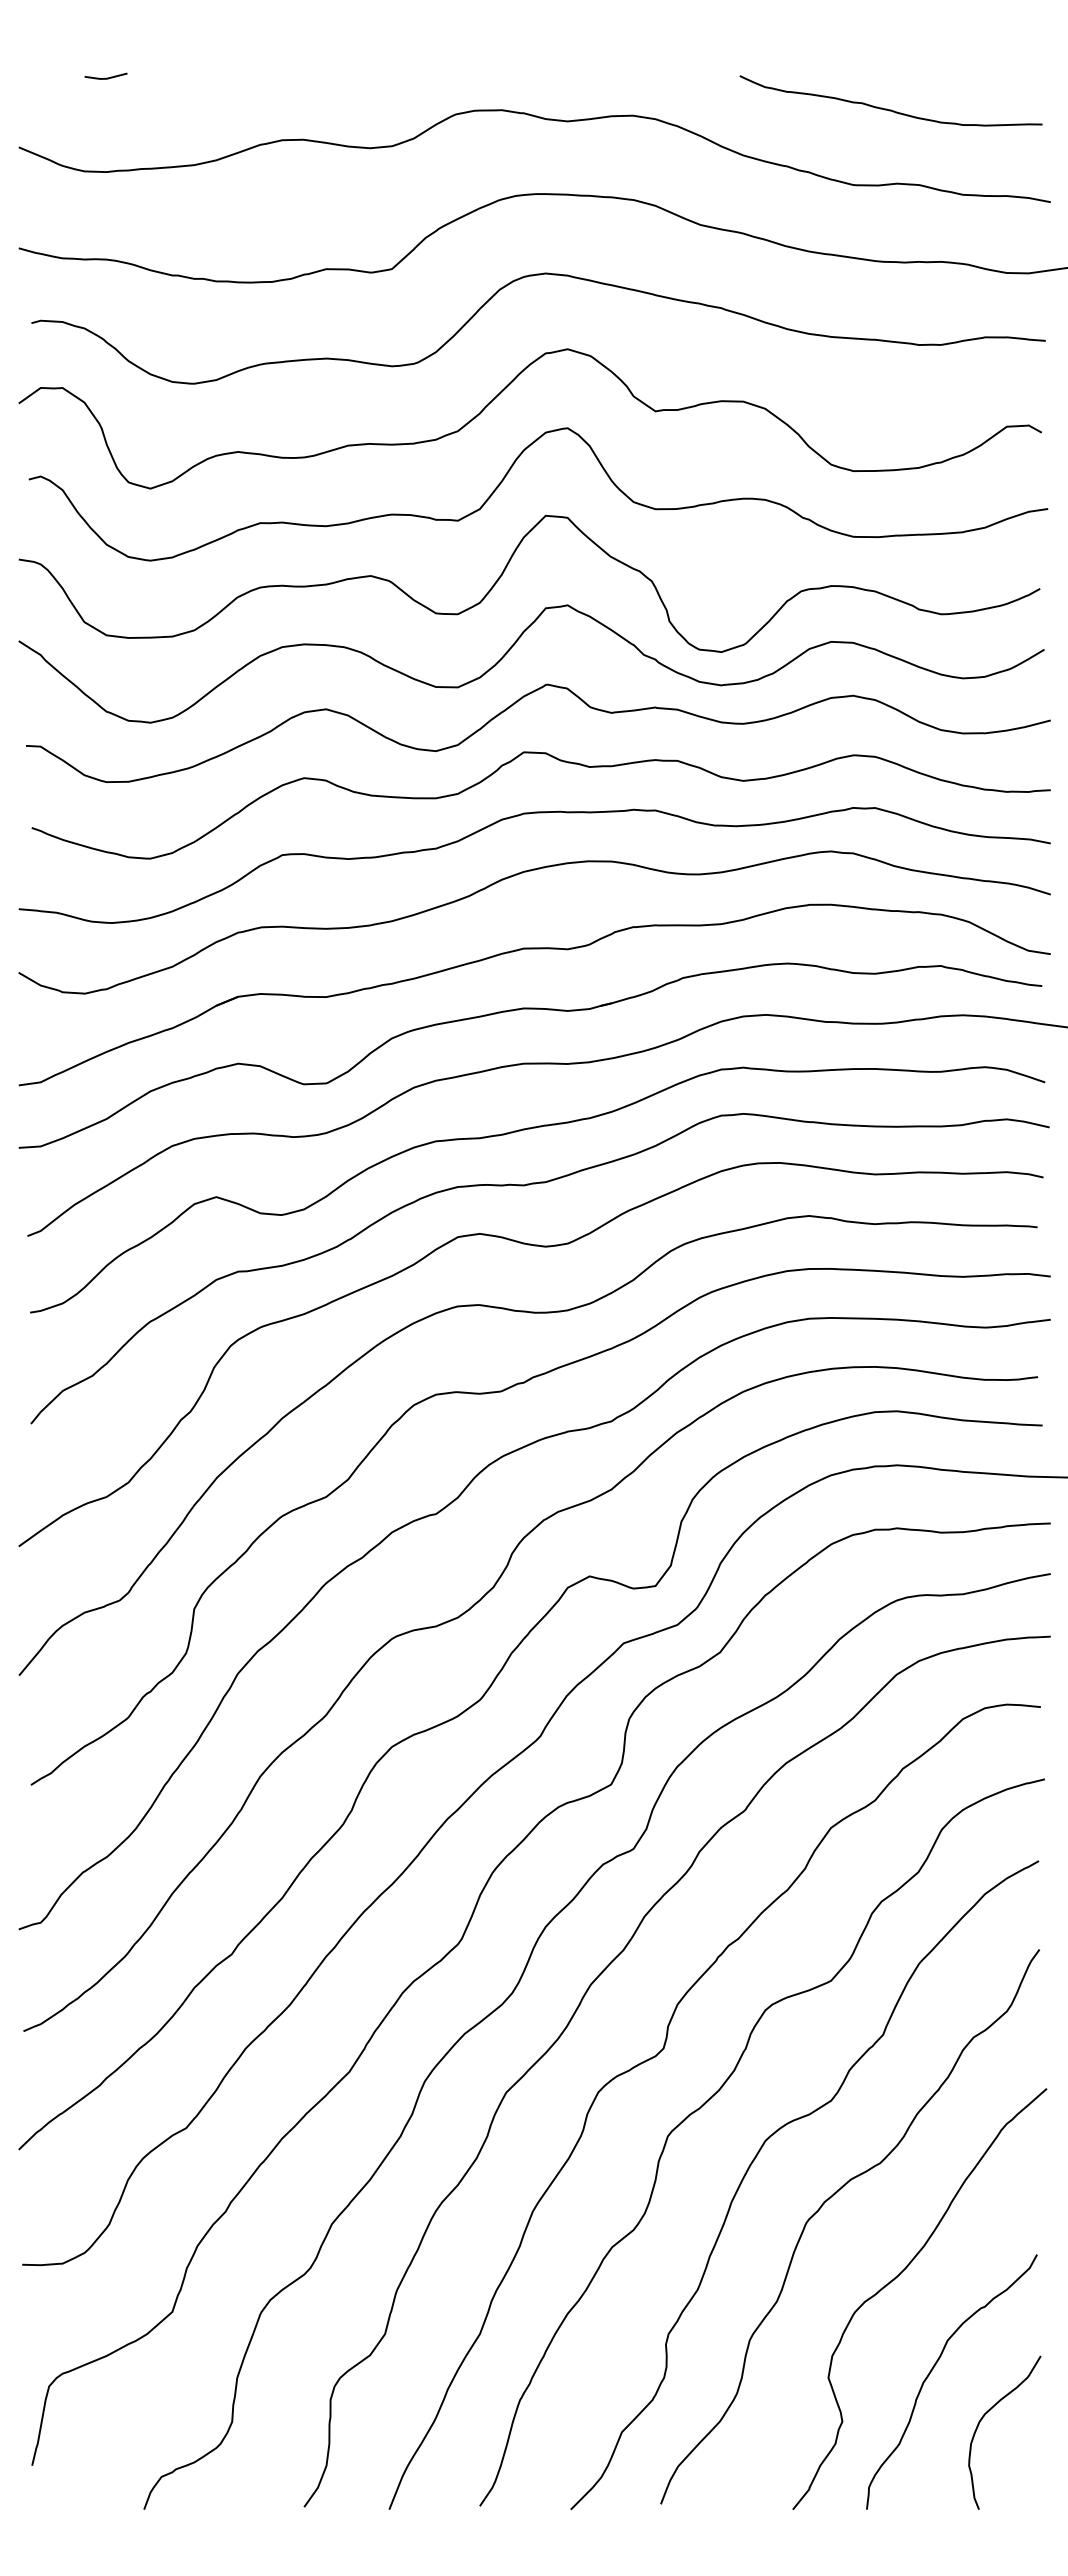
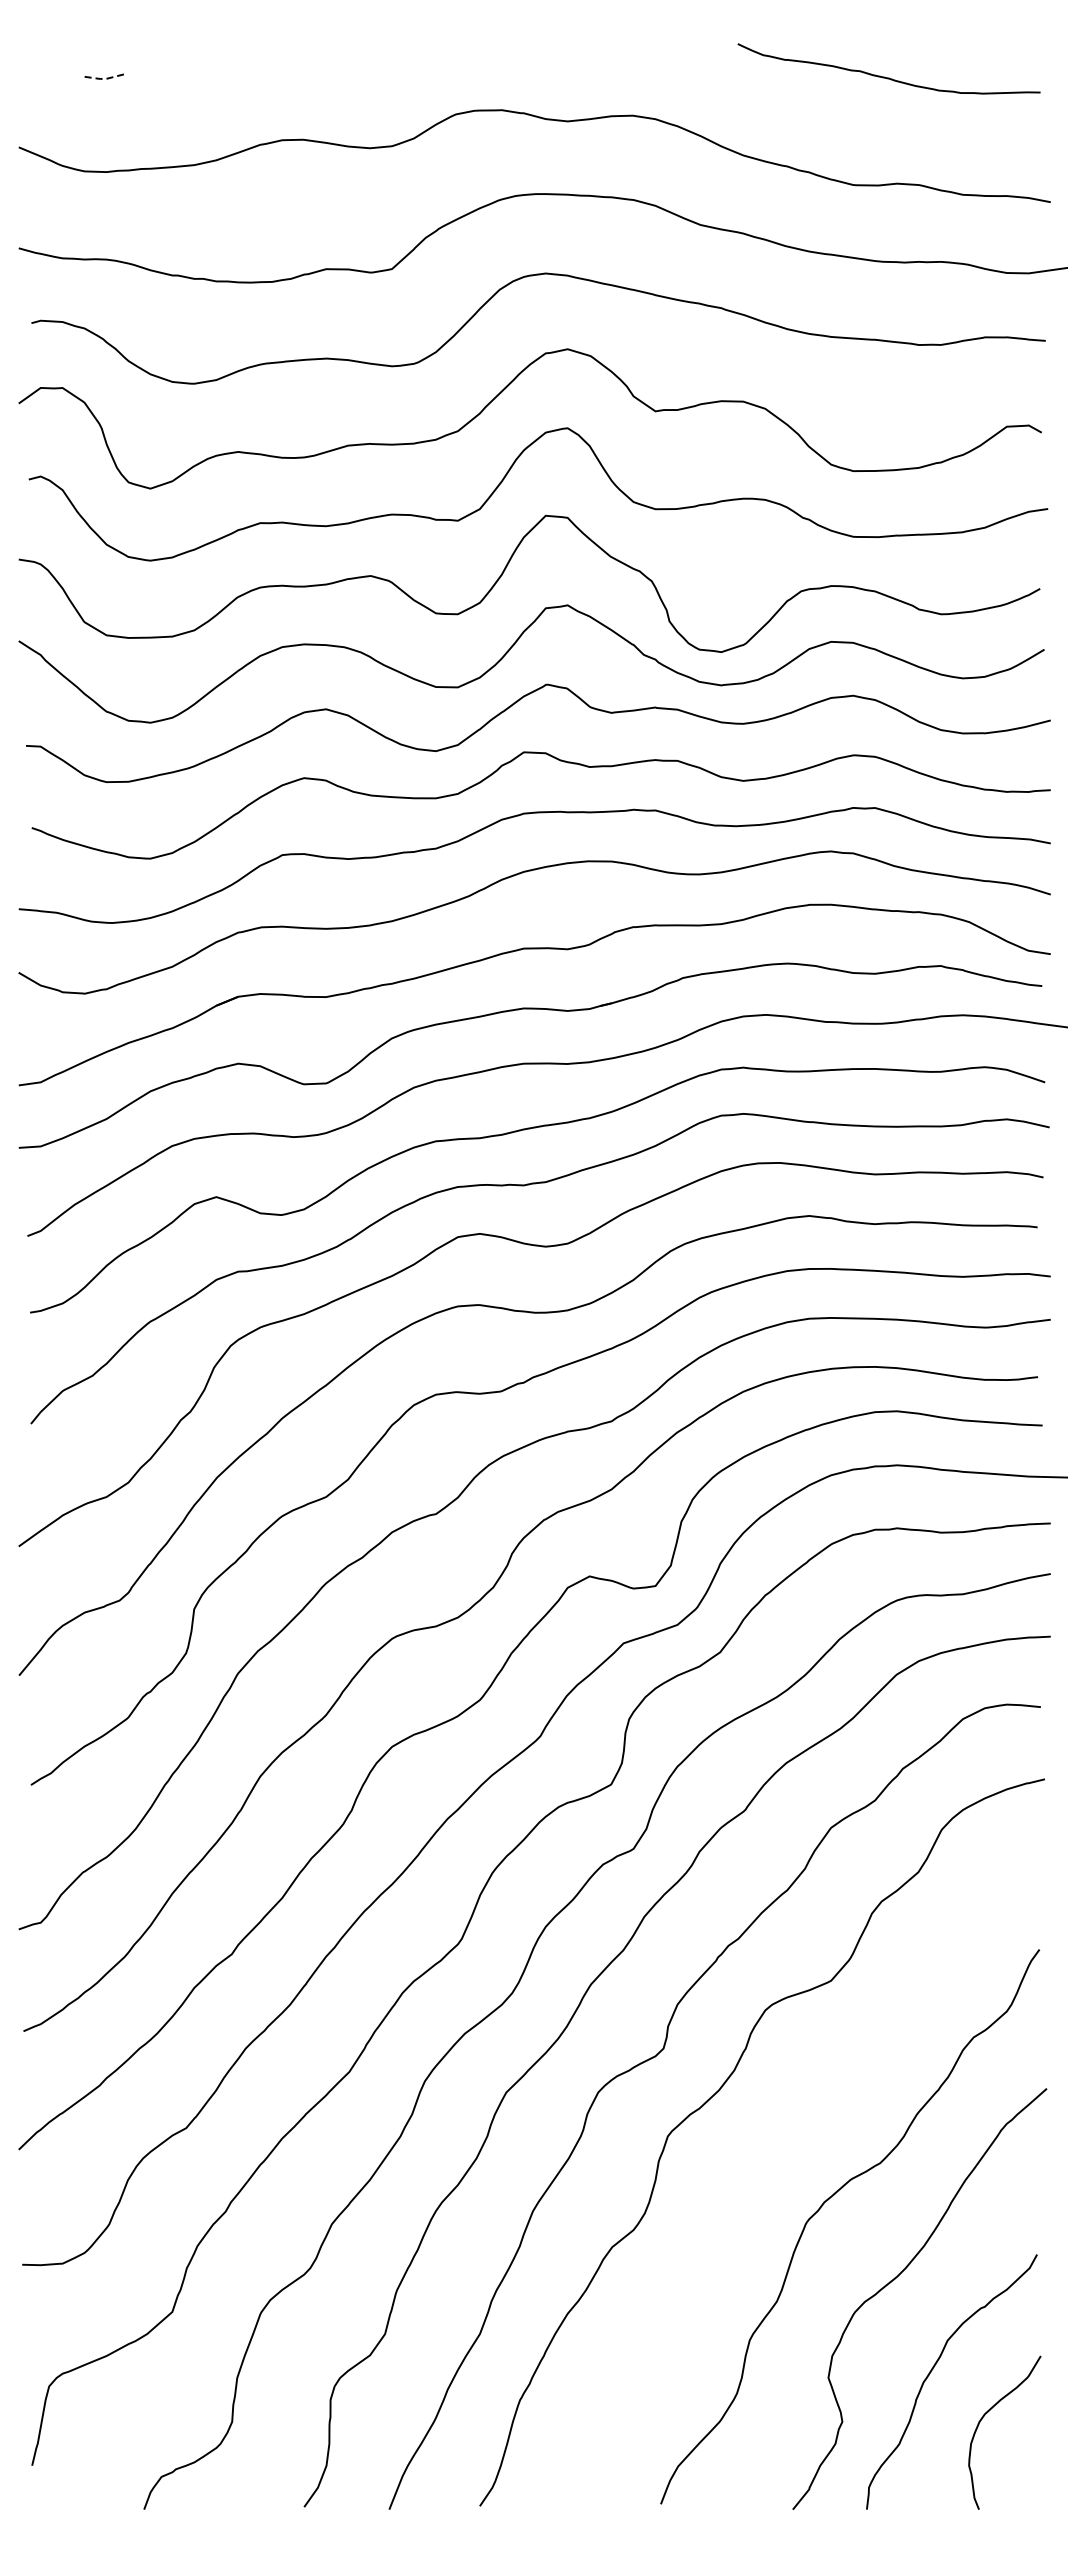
line at (106, 78): solid -> dashed
curve at (886, 108) position: (886, 108) -> (884, 76)
curve at (758, 2154): present -> none
